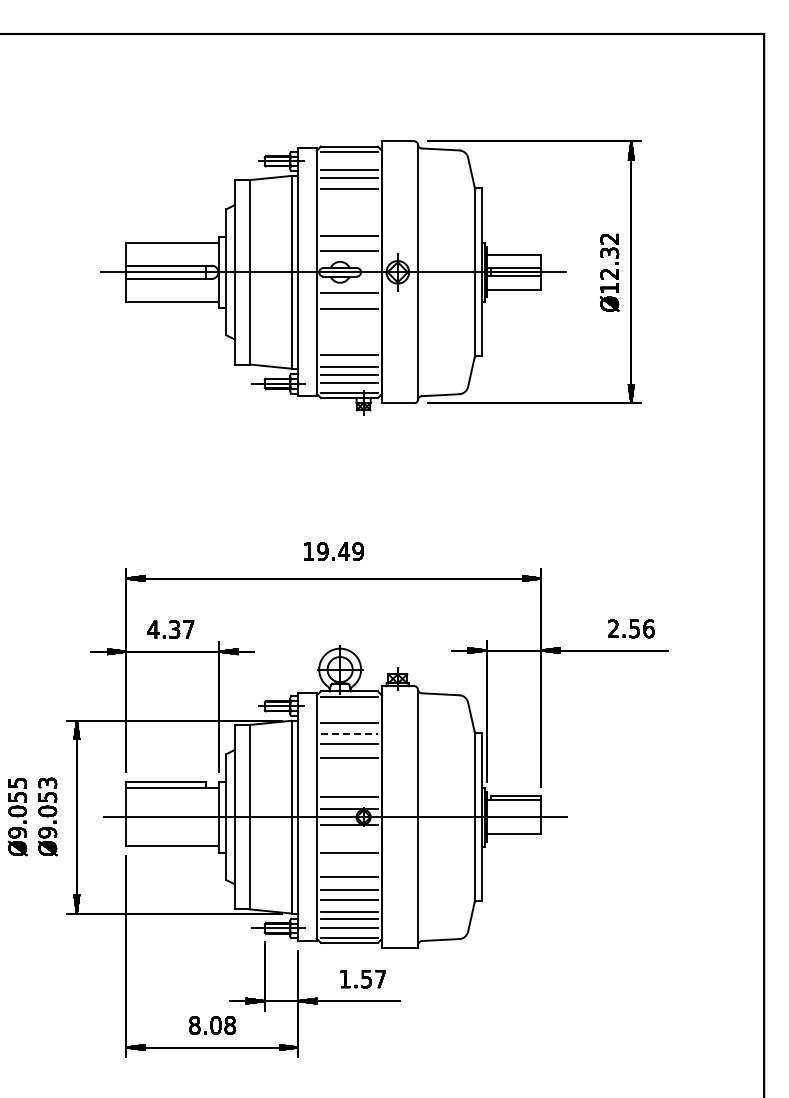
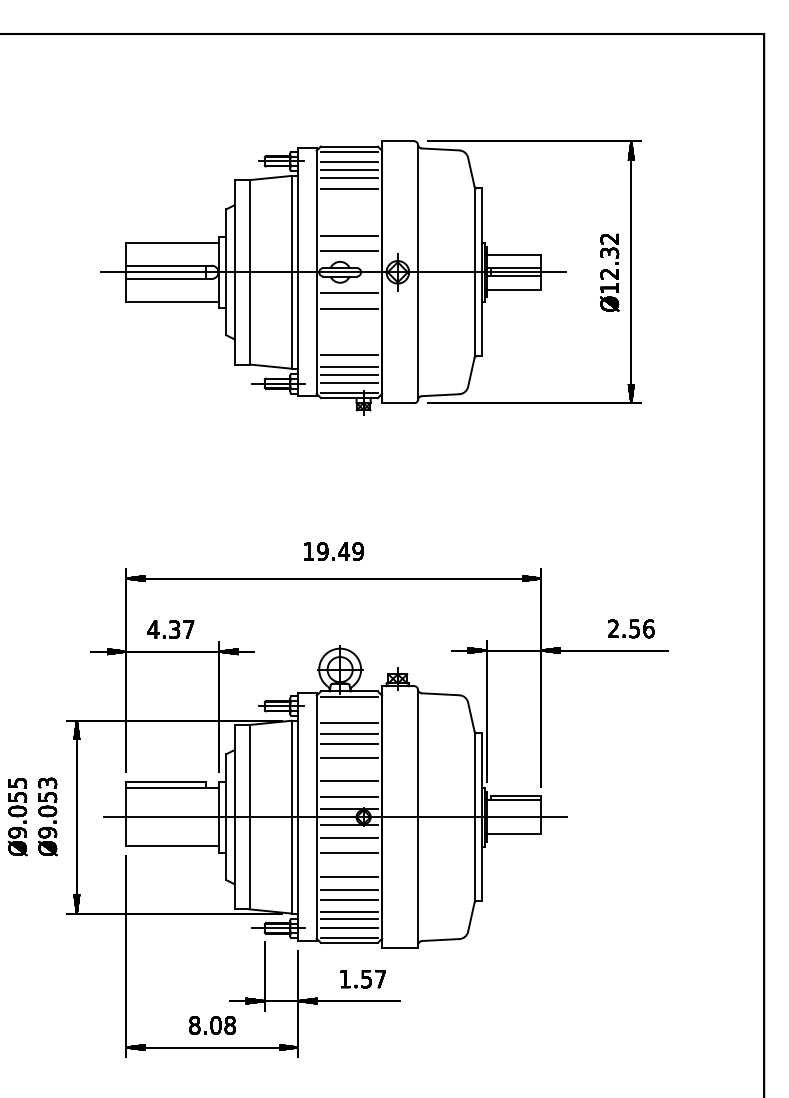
line at (348, 161): none -> present
line at (349, 734): dashed -> solid
line at (348, 780): none -> present
line at (348, 837): none -> present
